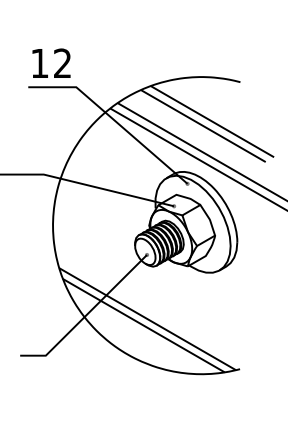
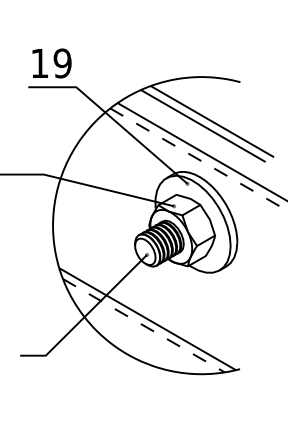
text at (62, 63): 12 -> 19
line at (199, 159): solid -> dashed
line at (144, 325): solid -> dashed
